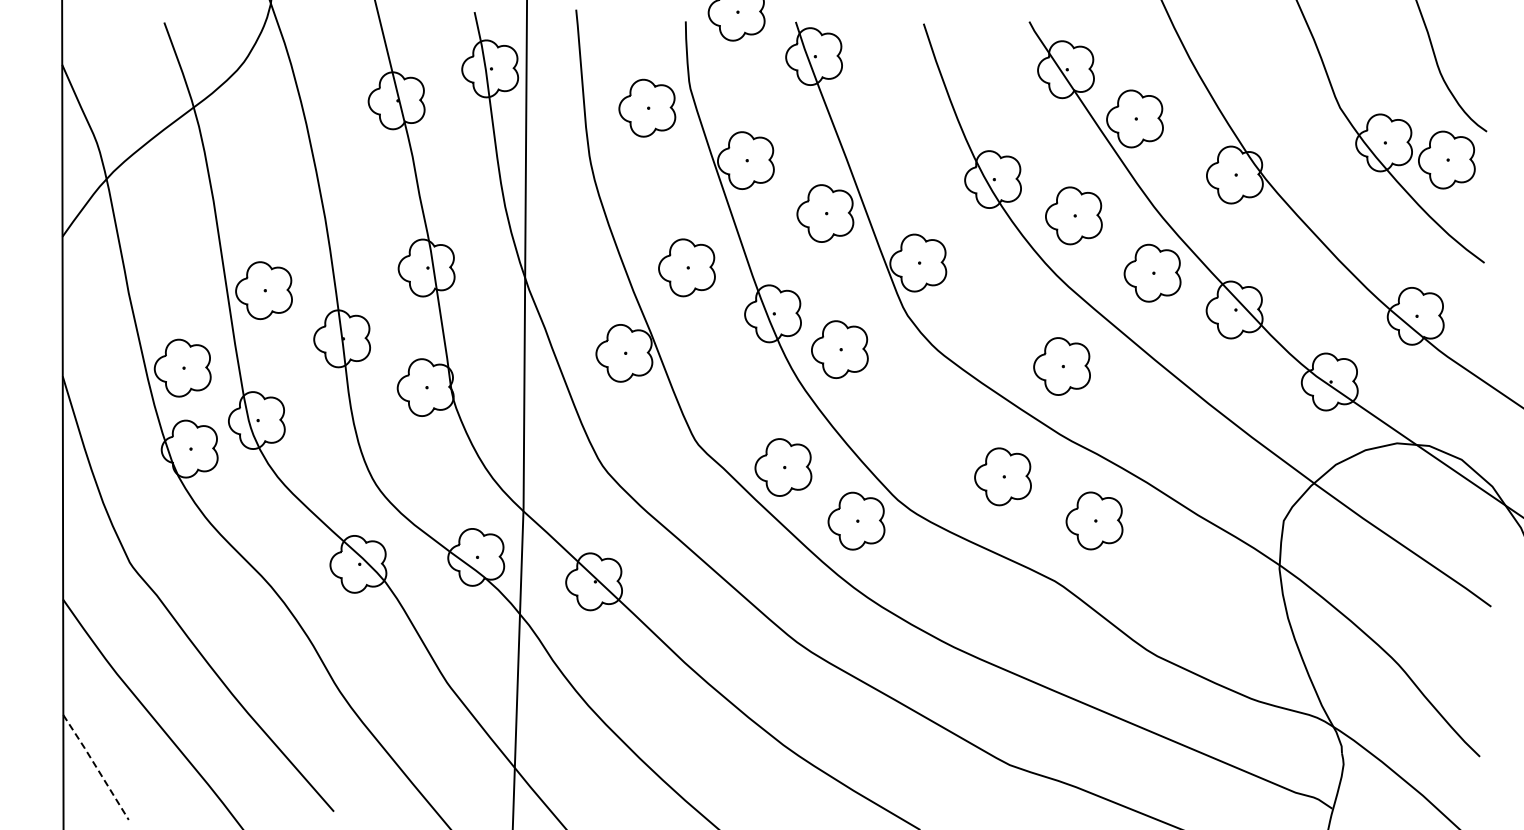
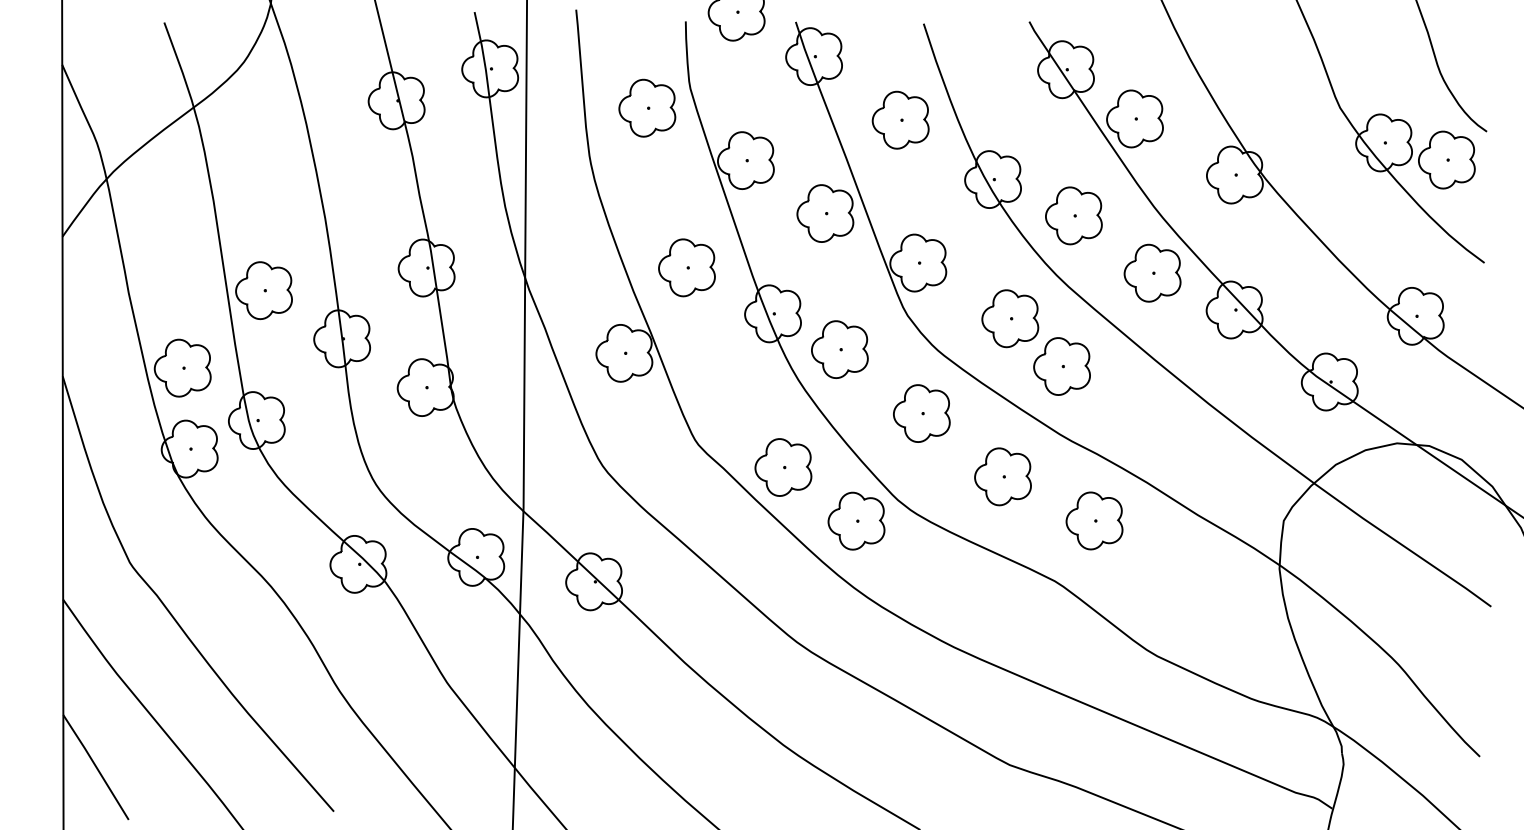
part at (900, 119): none -> present
part at (1010, 318): none -> present
part at (921, 413): none -> present
line at (96, 766): dashed -> solid
